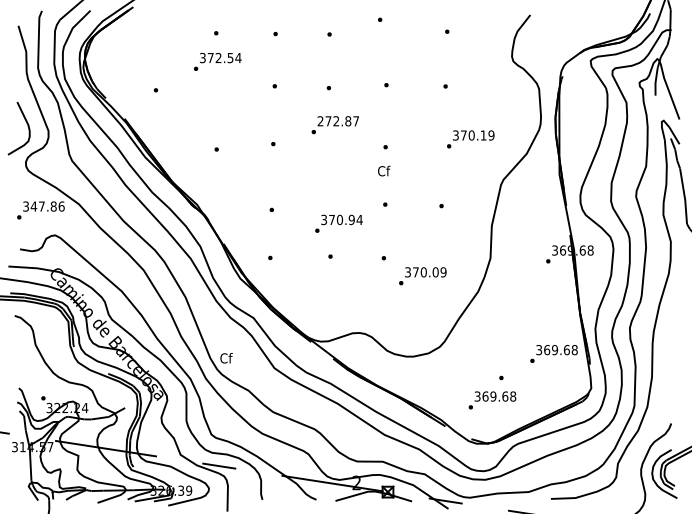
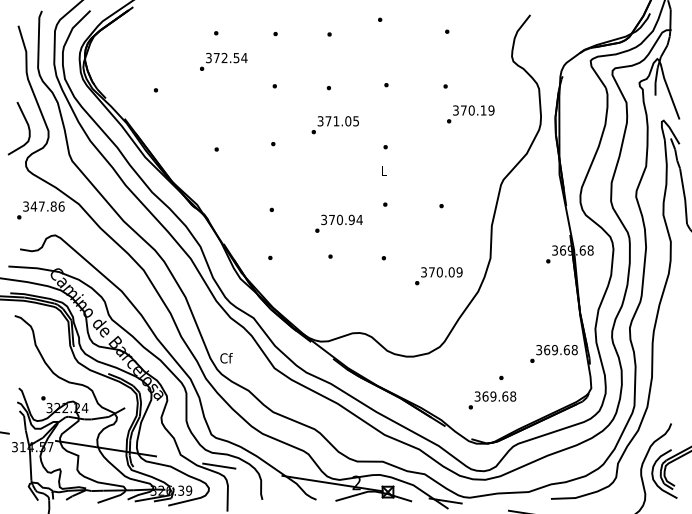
text at (217, 61) position: (217, 61) -> (223, 61)
text at (337, 121): 272.87 -> 371.05
text at (470, 139) position: (470, 139) -> (470, 114)
text at (384, 170): Cf -> L
text at (422, 276) position: (422, 276) -> (438, 276)
